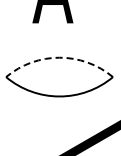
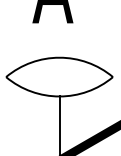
arc at (59, 57): dashed -> solid
line at (59, 124): none -> present
